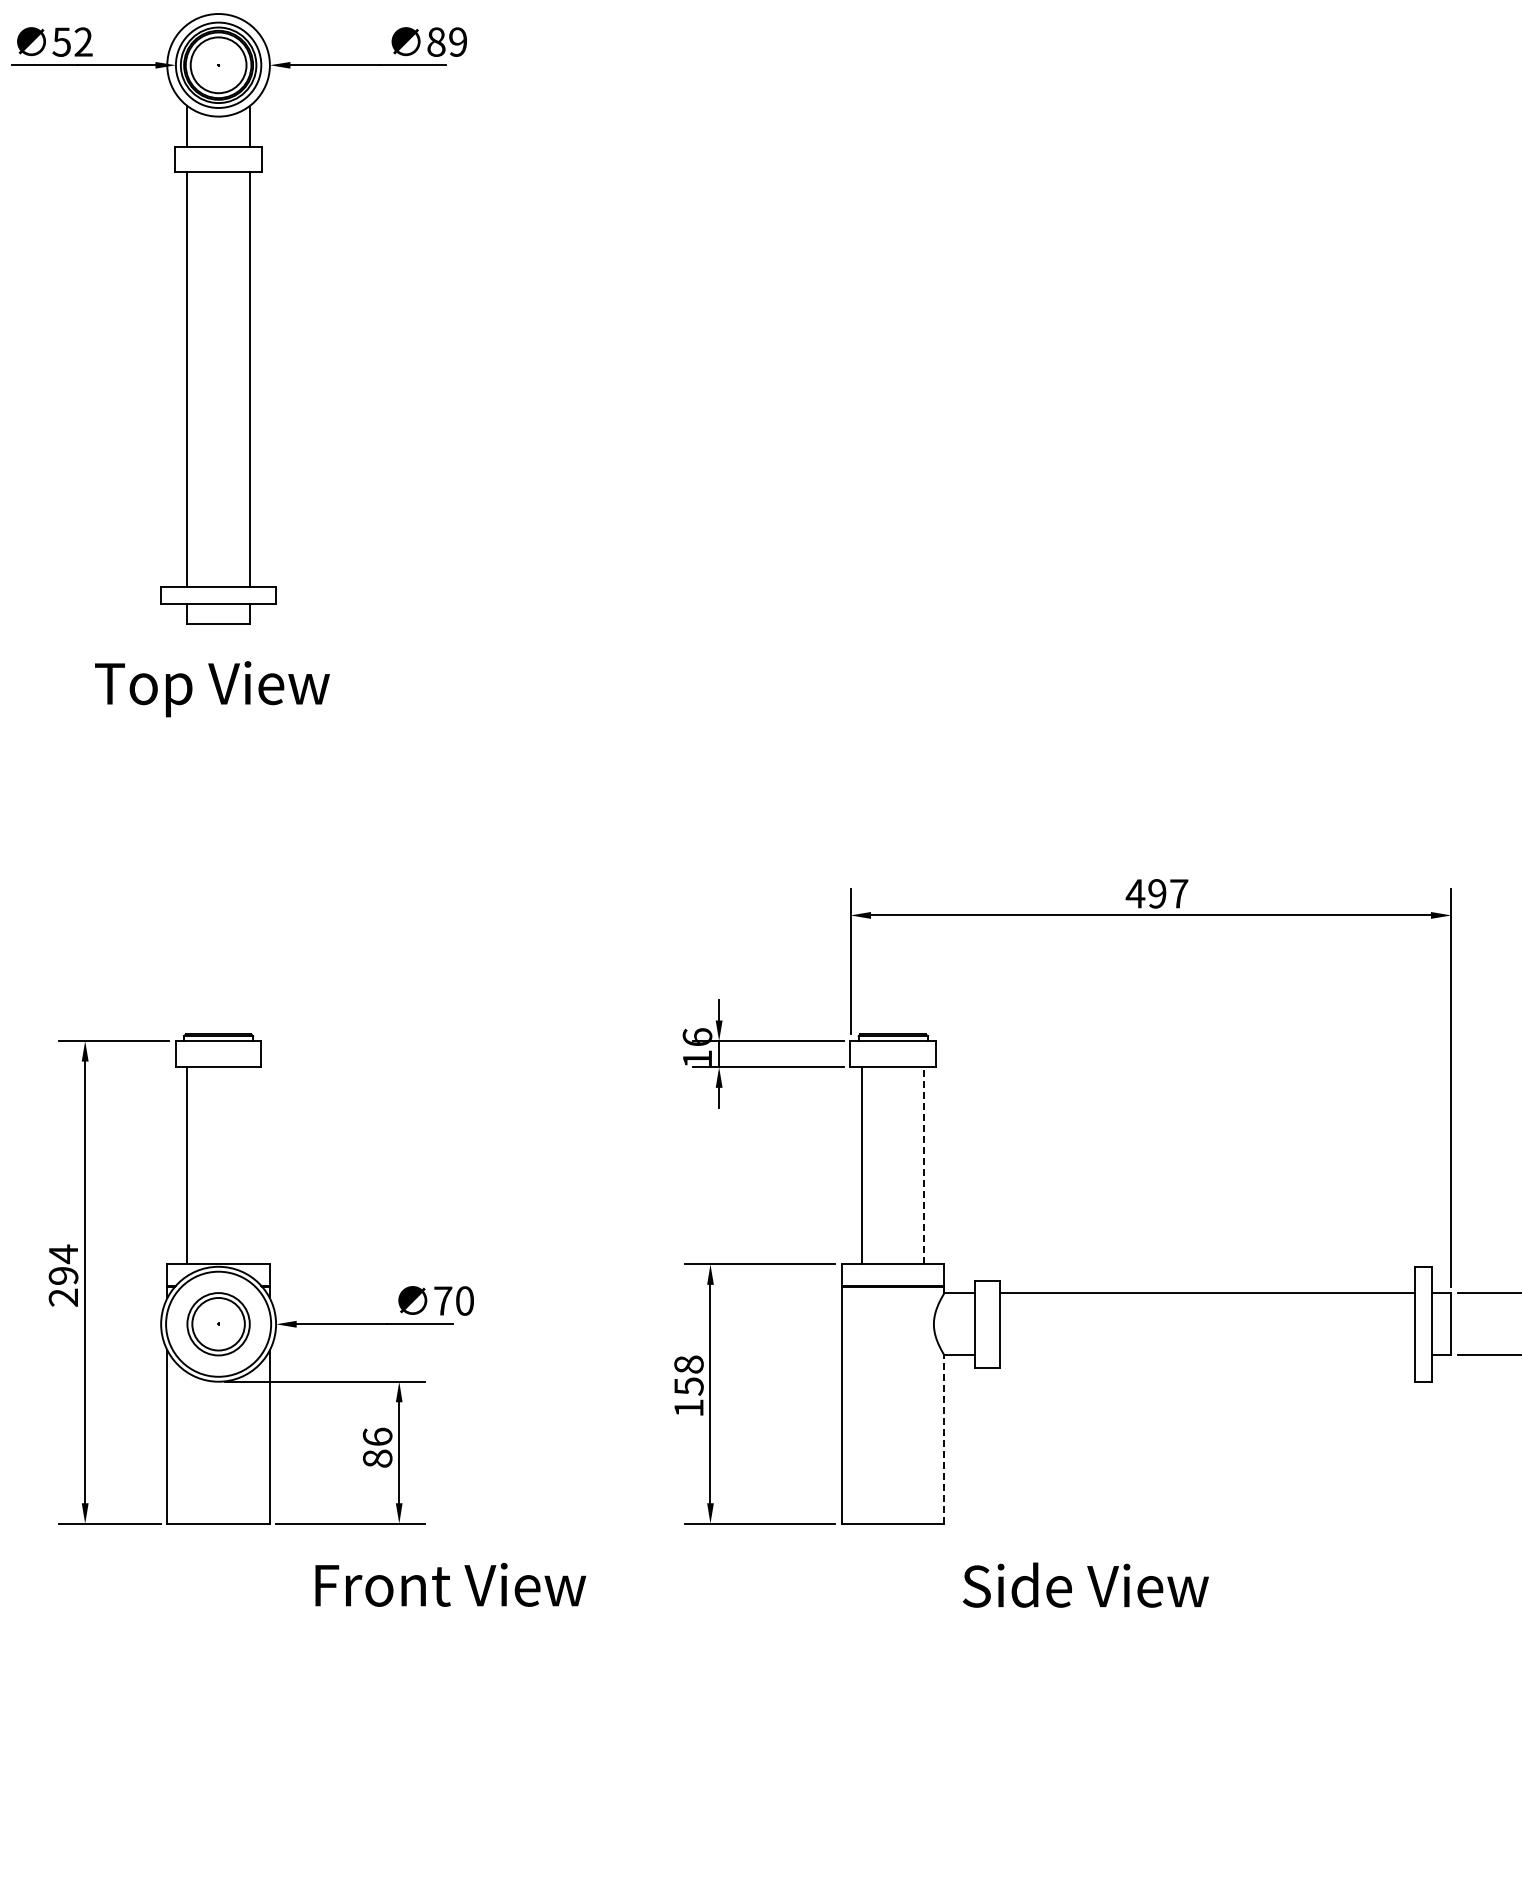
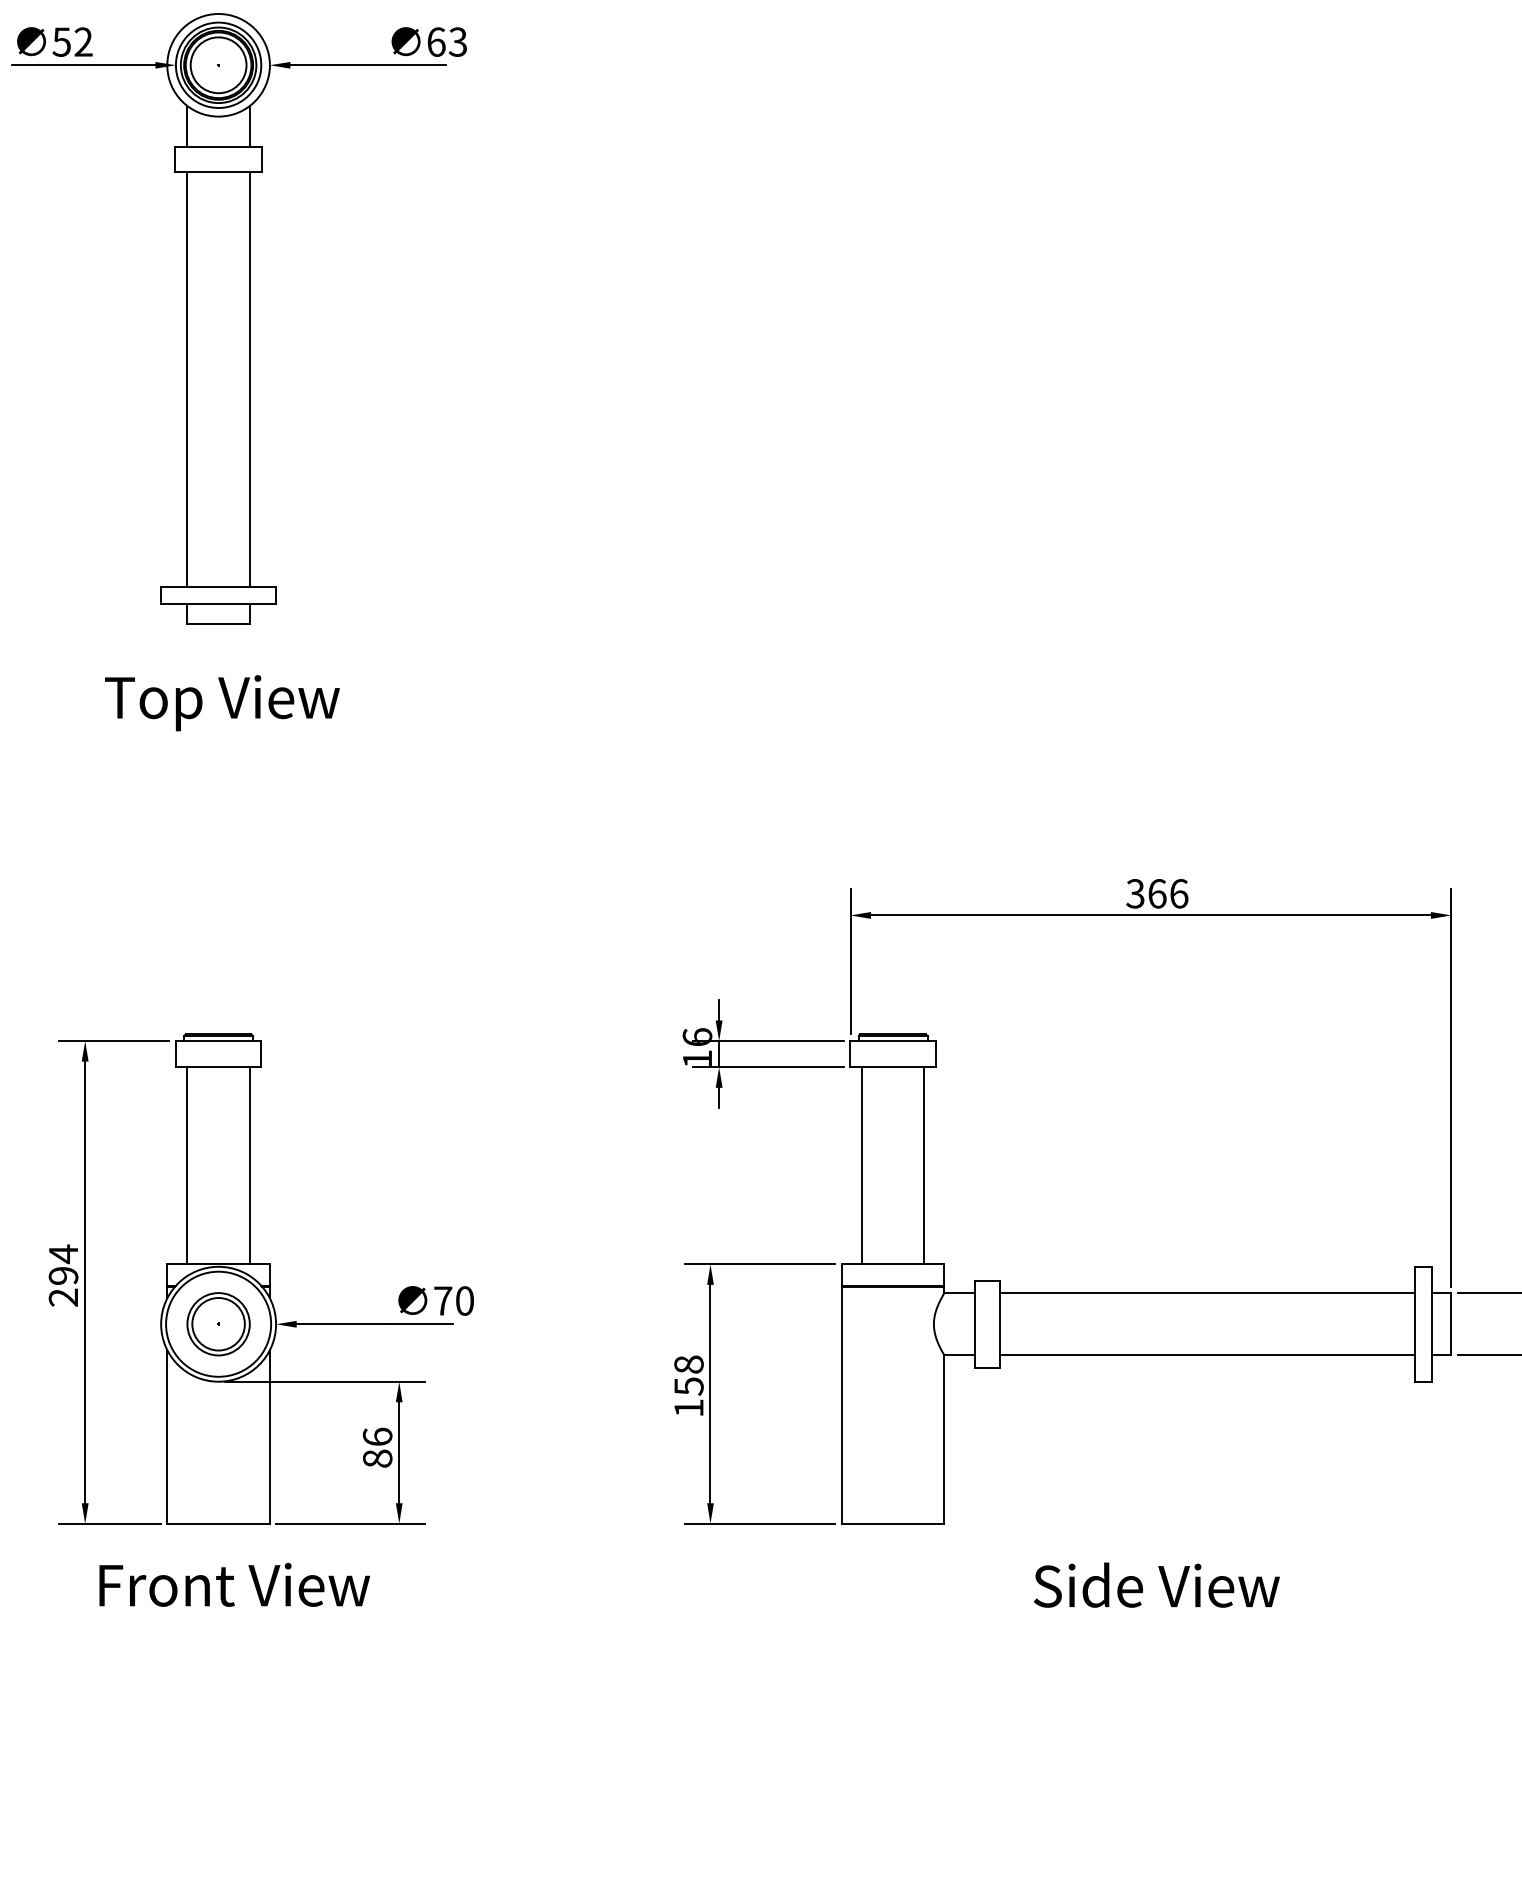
text at (446, 41): 89 -> 63
text at (212, 689) position: (212, 689) -> (222, 703)
text at (1156, 893): 497 -> 366
line at (249, 1165): none -> present
line at (924, 1165): dashed -> solid
line at (1207, 1355): none -> present
line at (944, 1439): dashed -> solid
text at (450, 1584) position: (450, 1584) -> (234, 1584)
text at (1085, 1584) position: (1085, 1584) -> (1156, 1584)
